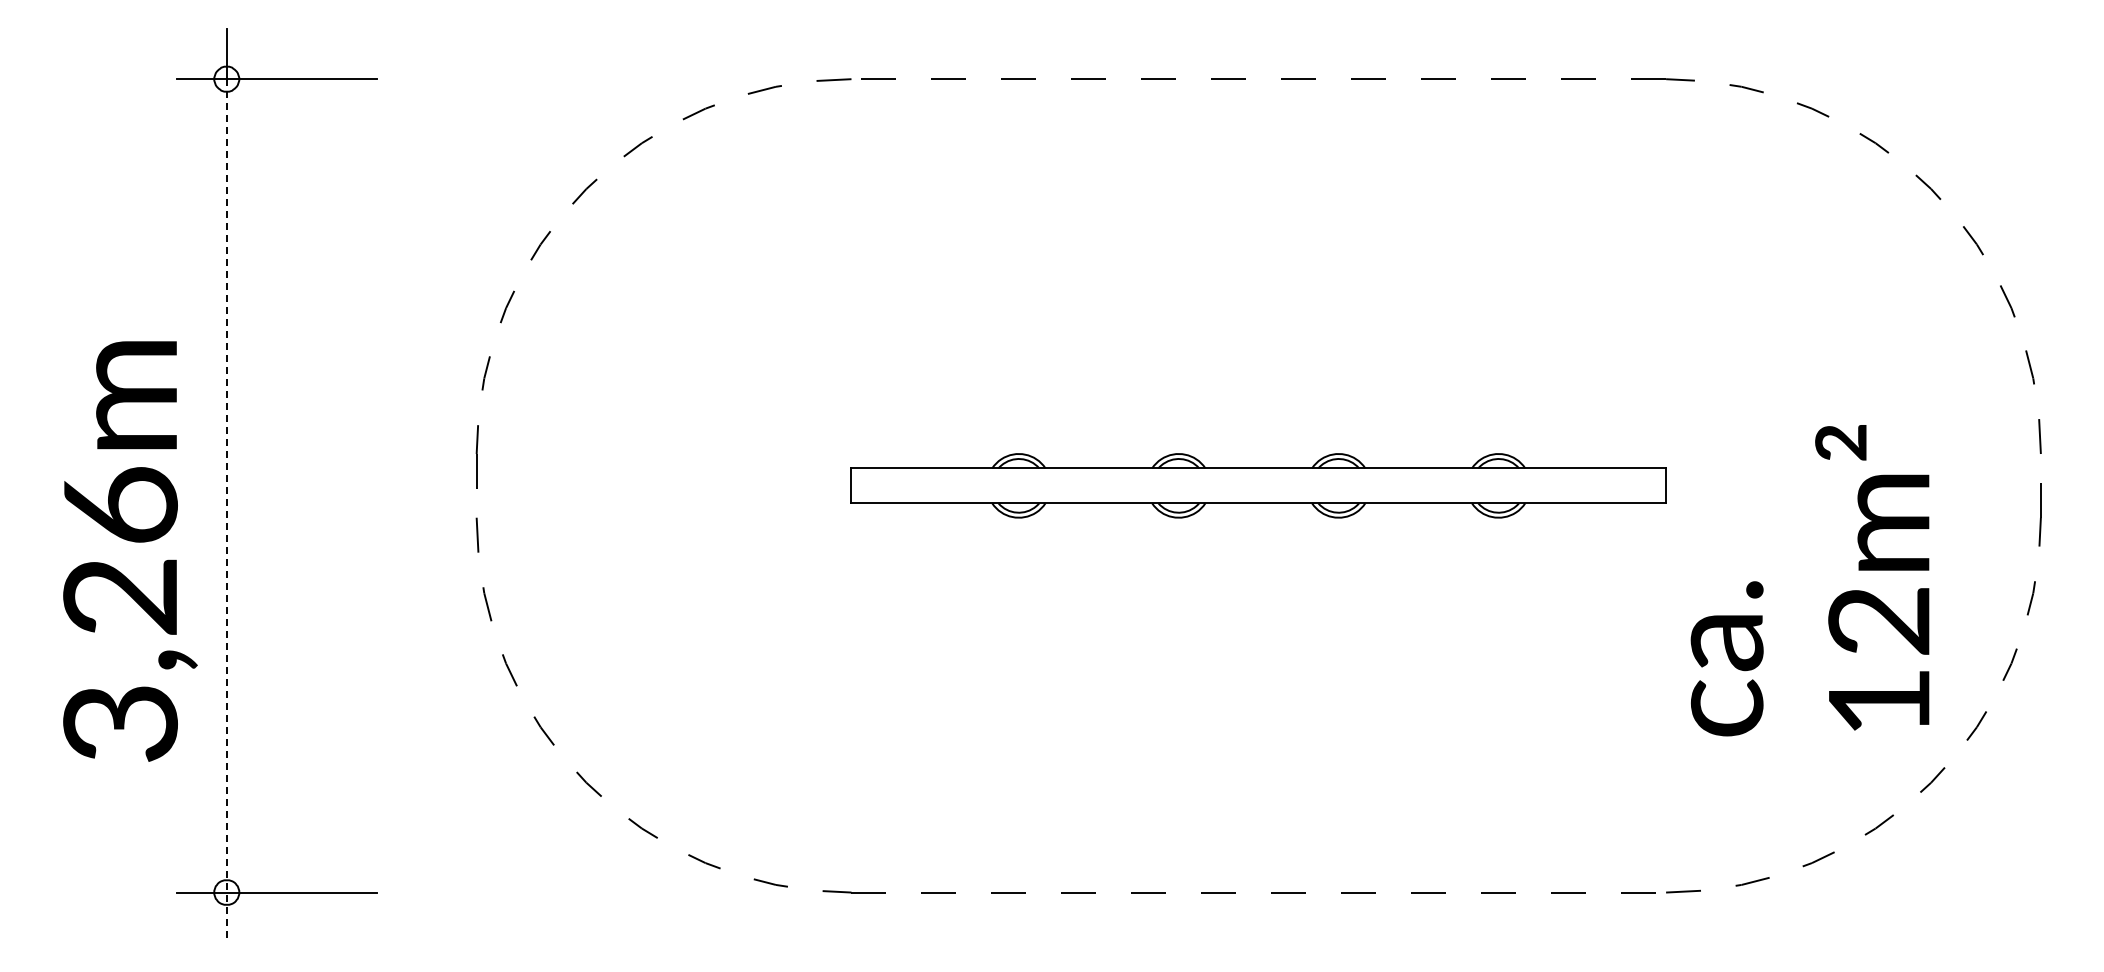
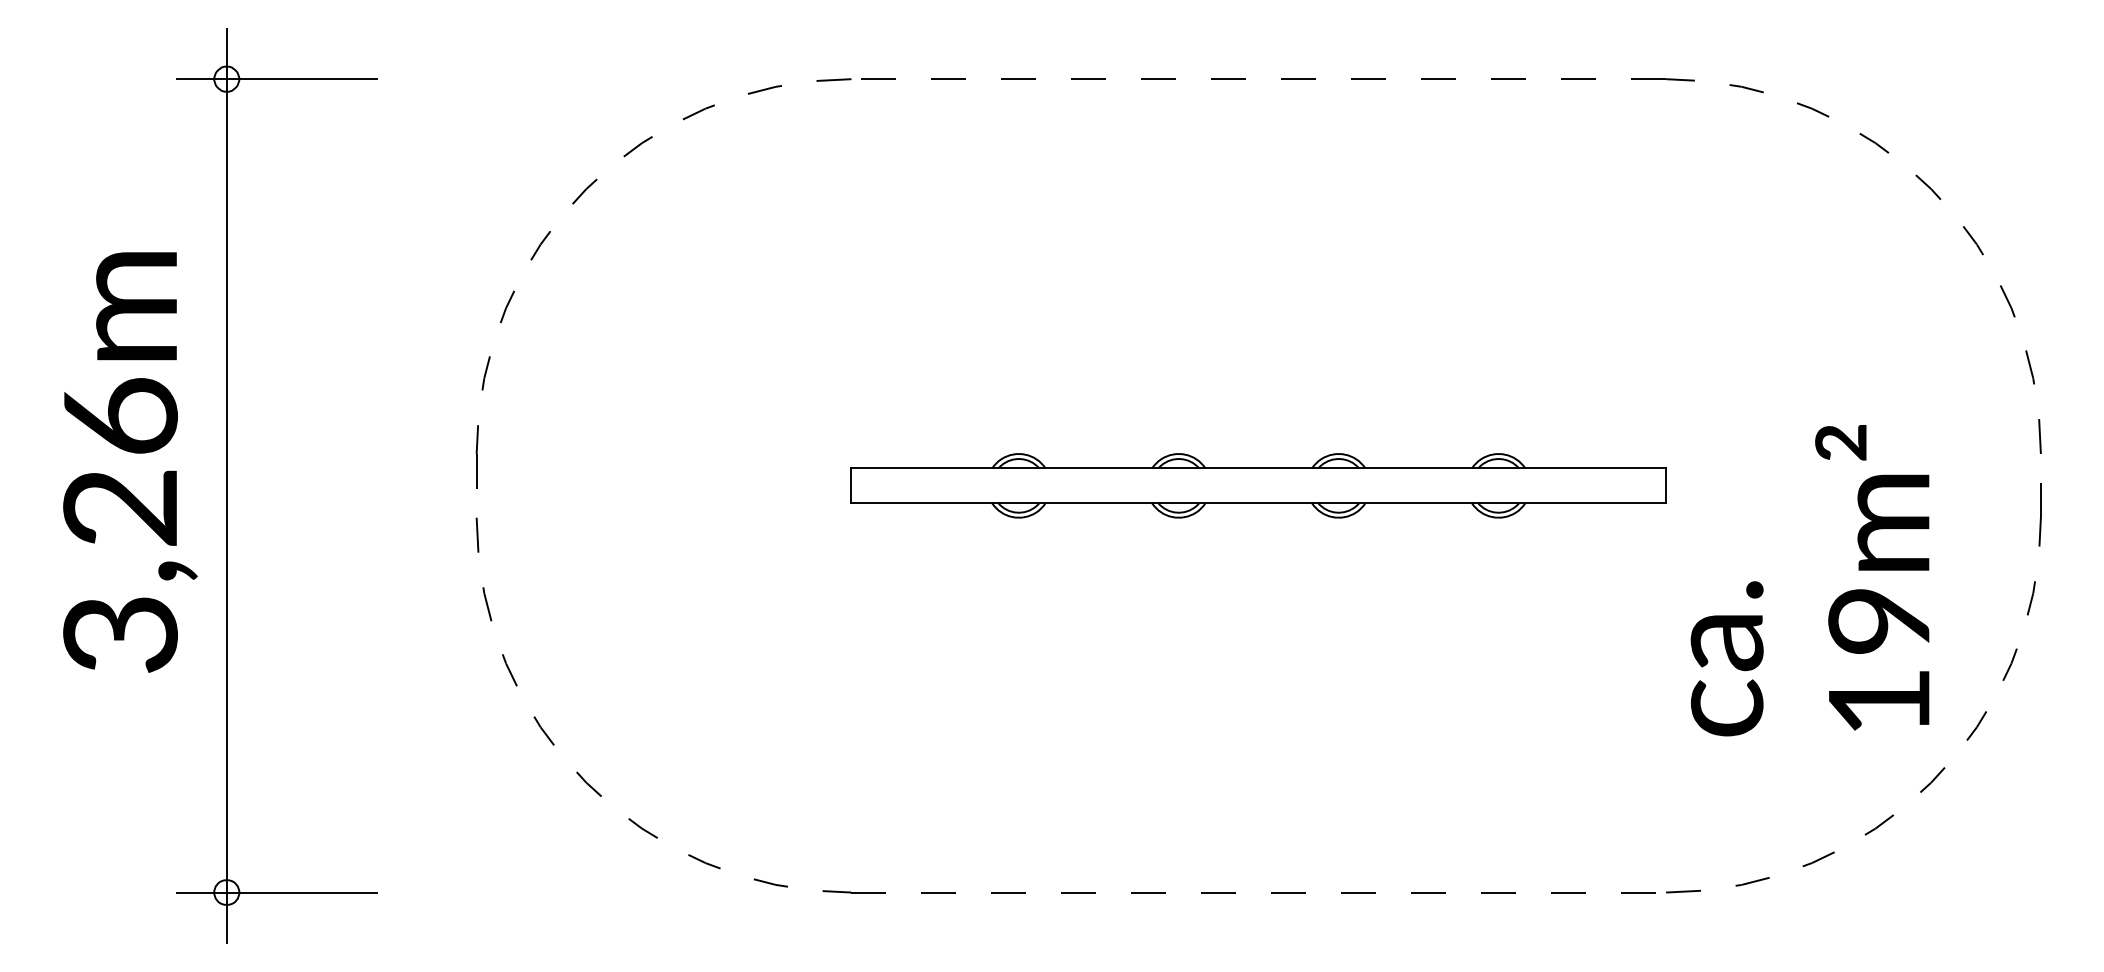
line at (226, 510): dashed -> solid
text at (130, 551) position: (130, 551) -> (130, 462)
text at (1878, 621): 12m² -> 19m²
